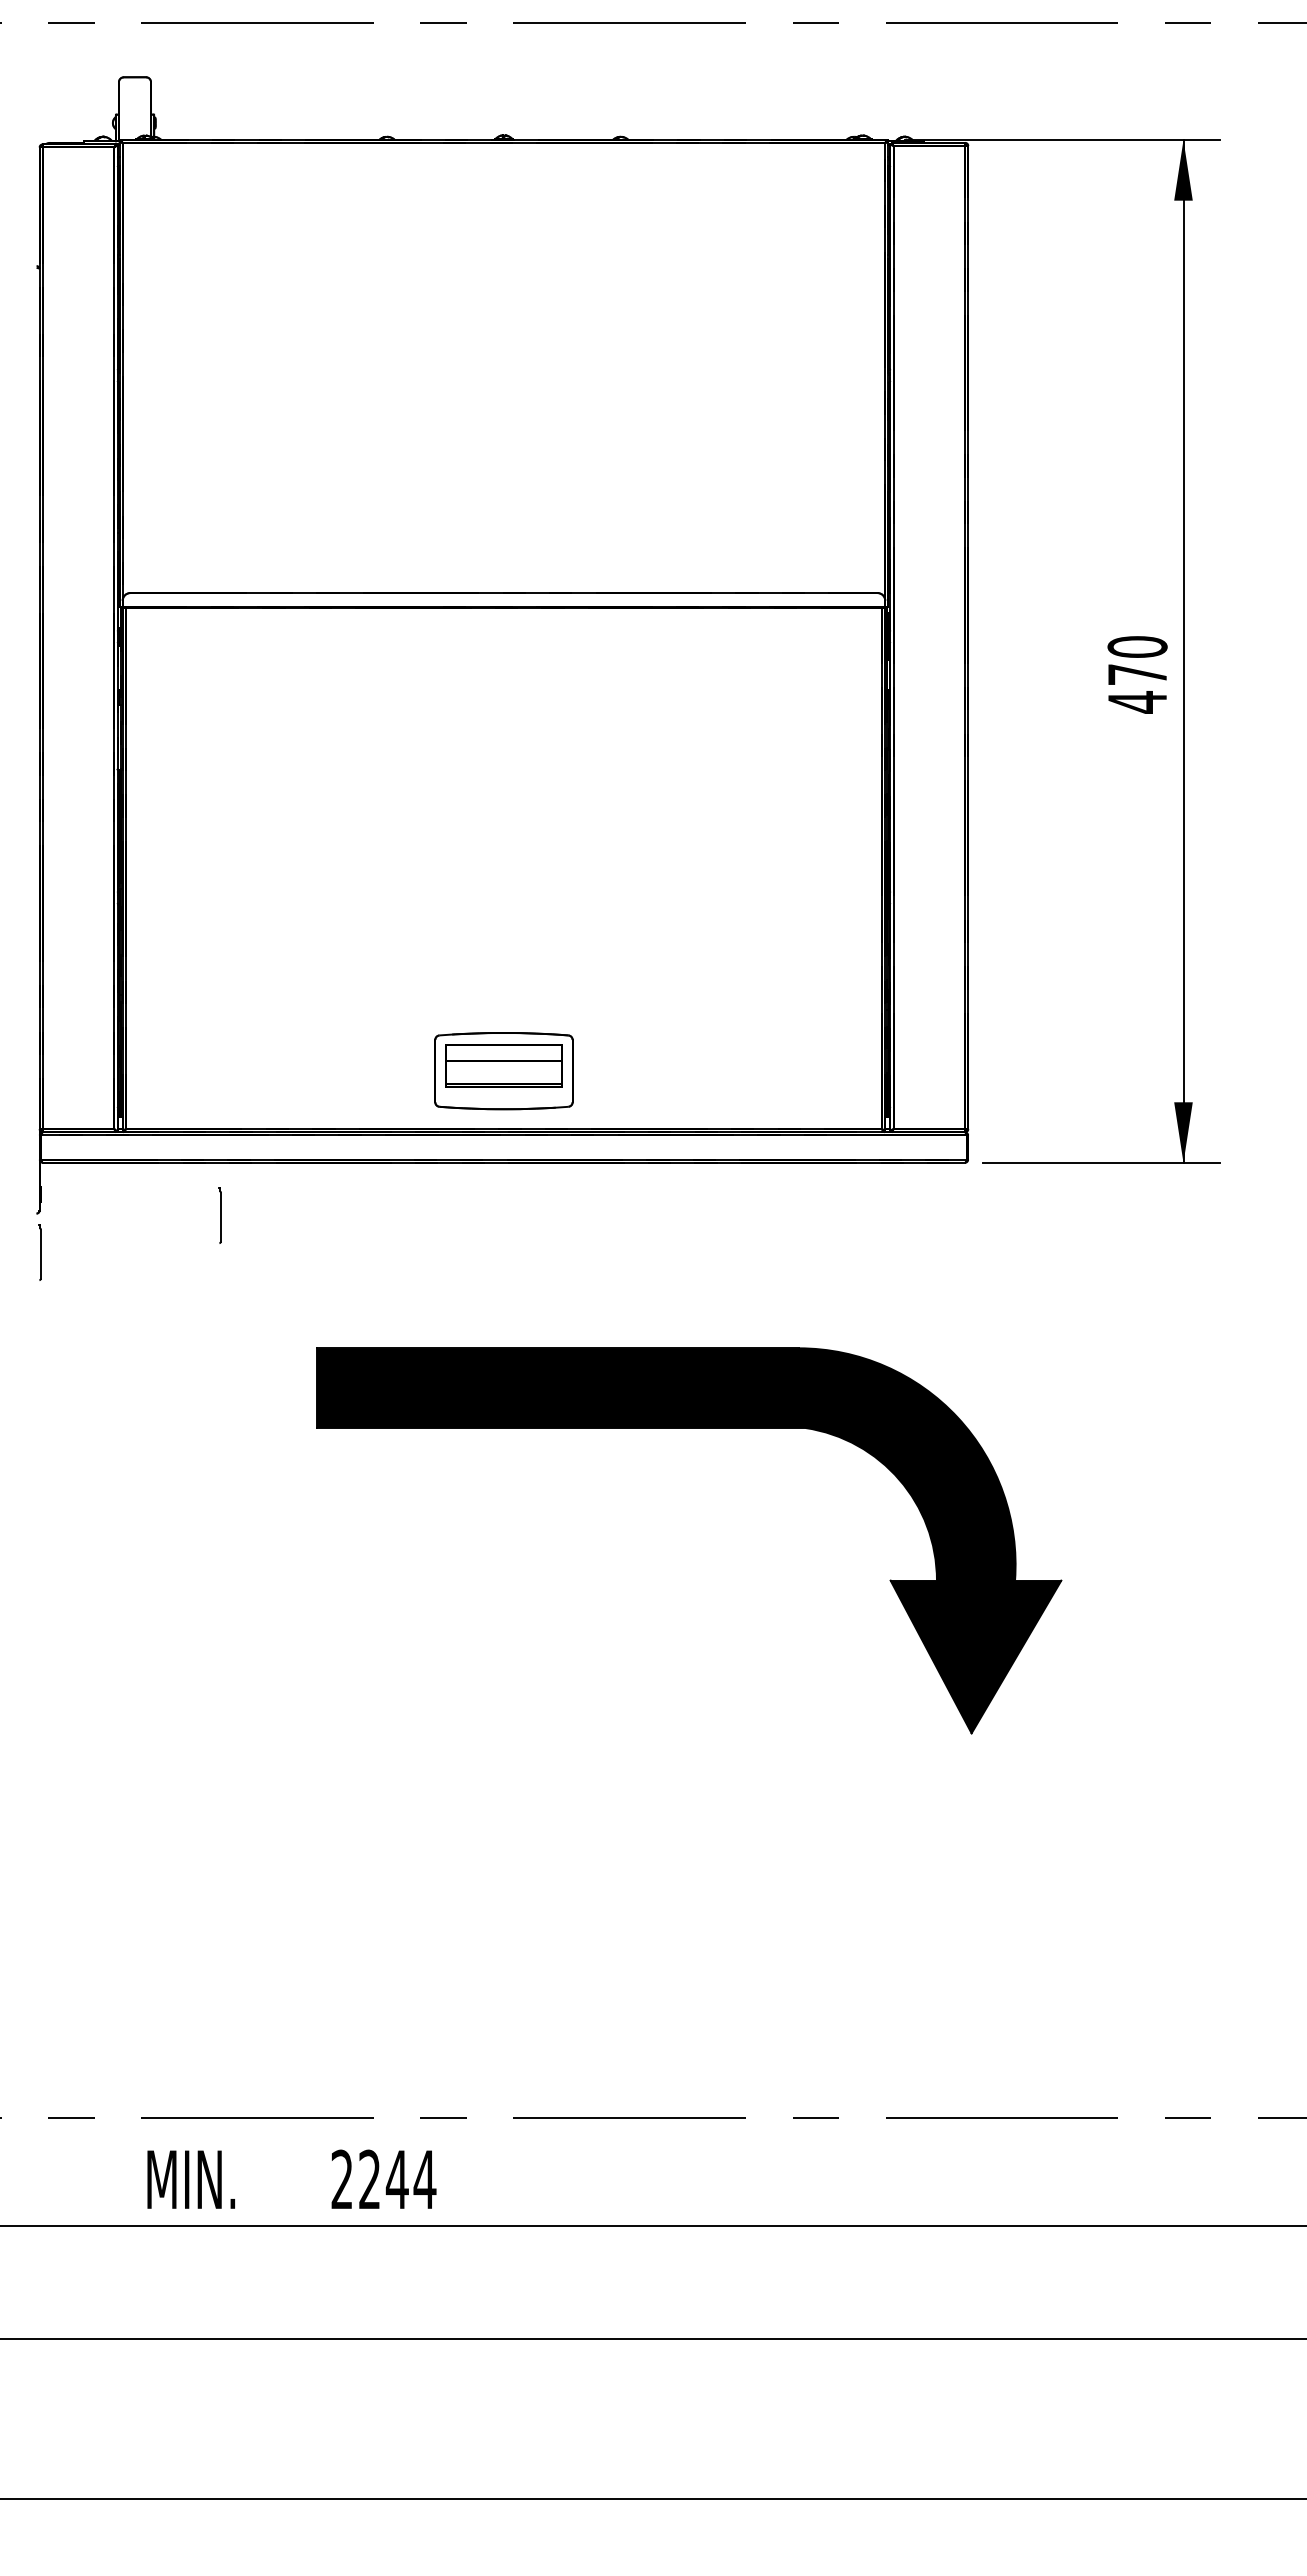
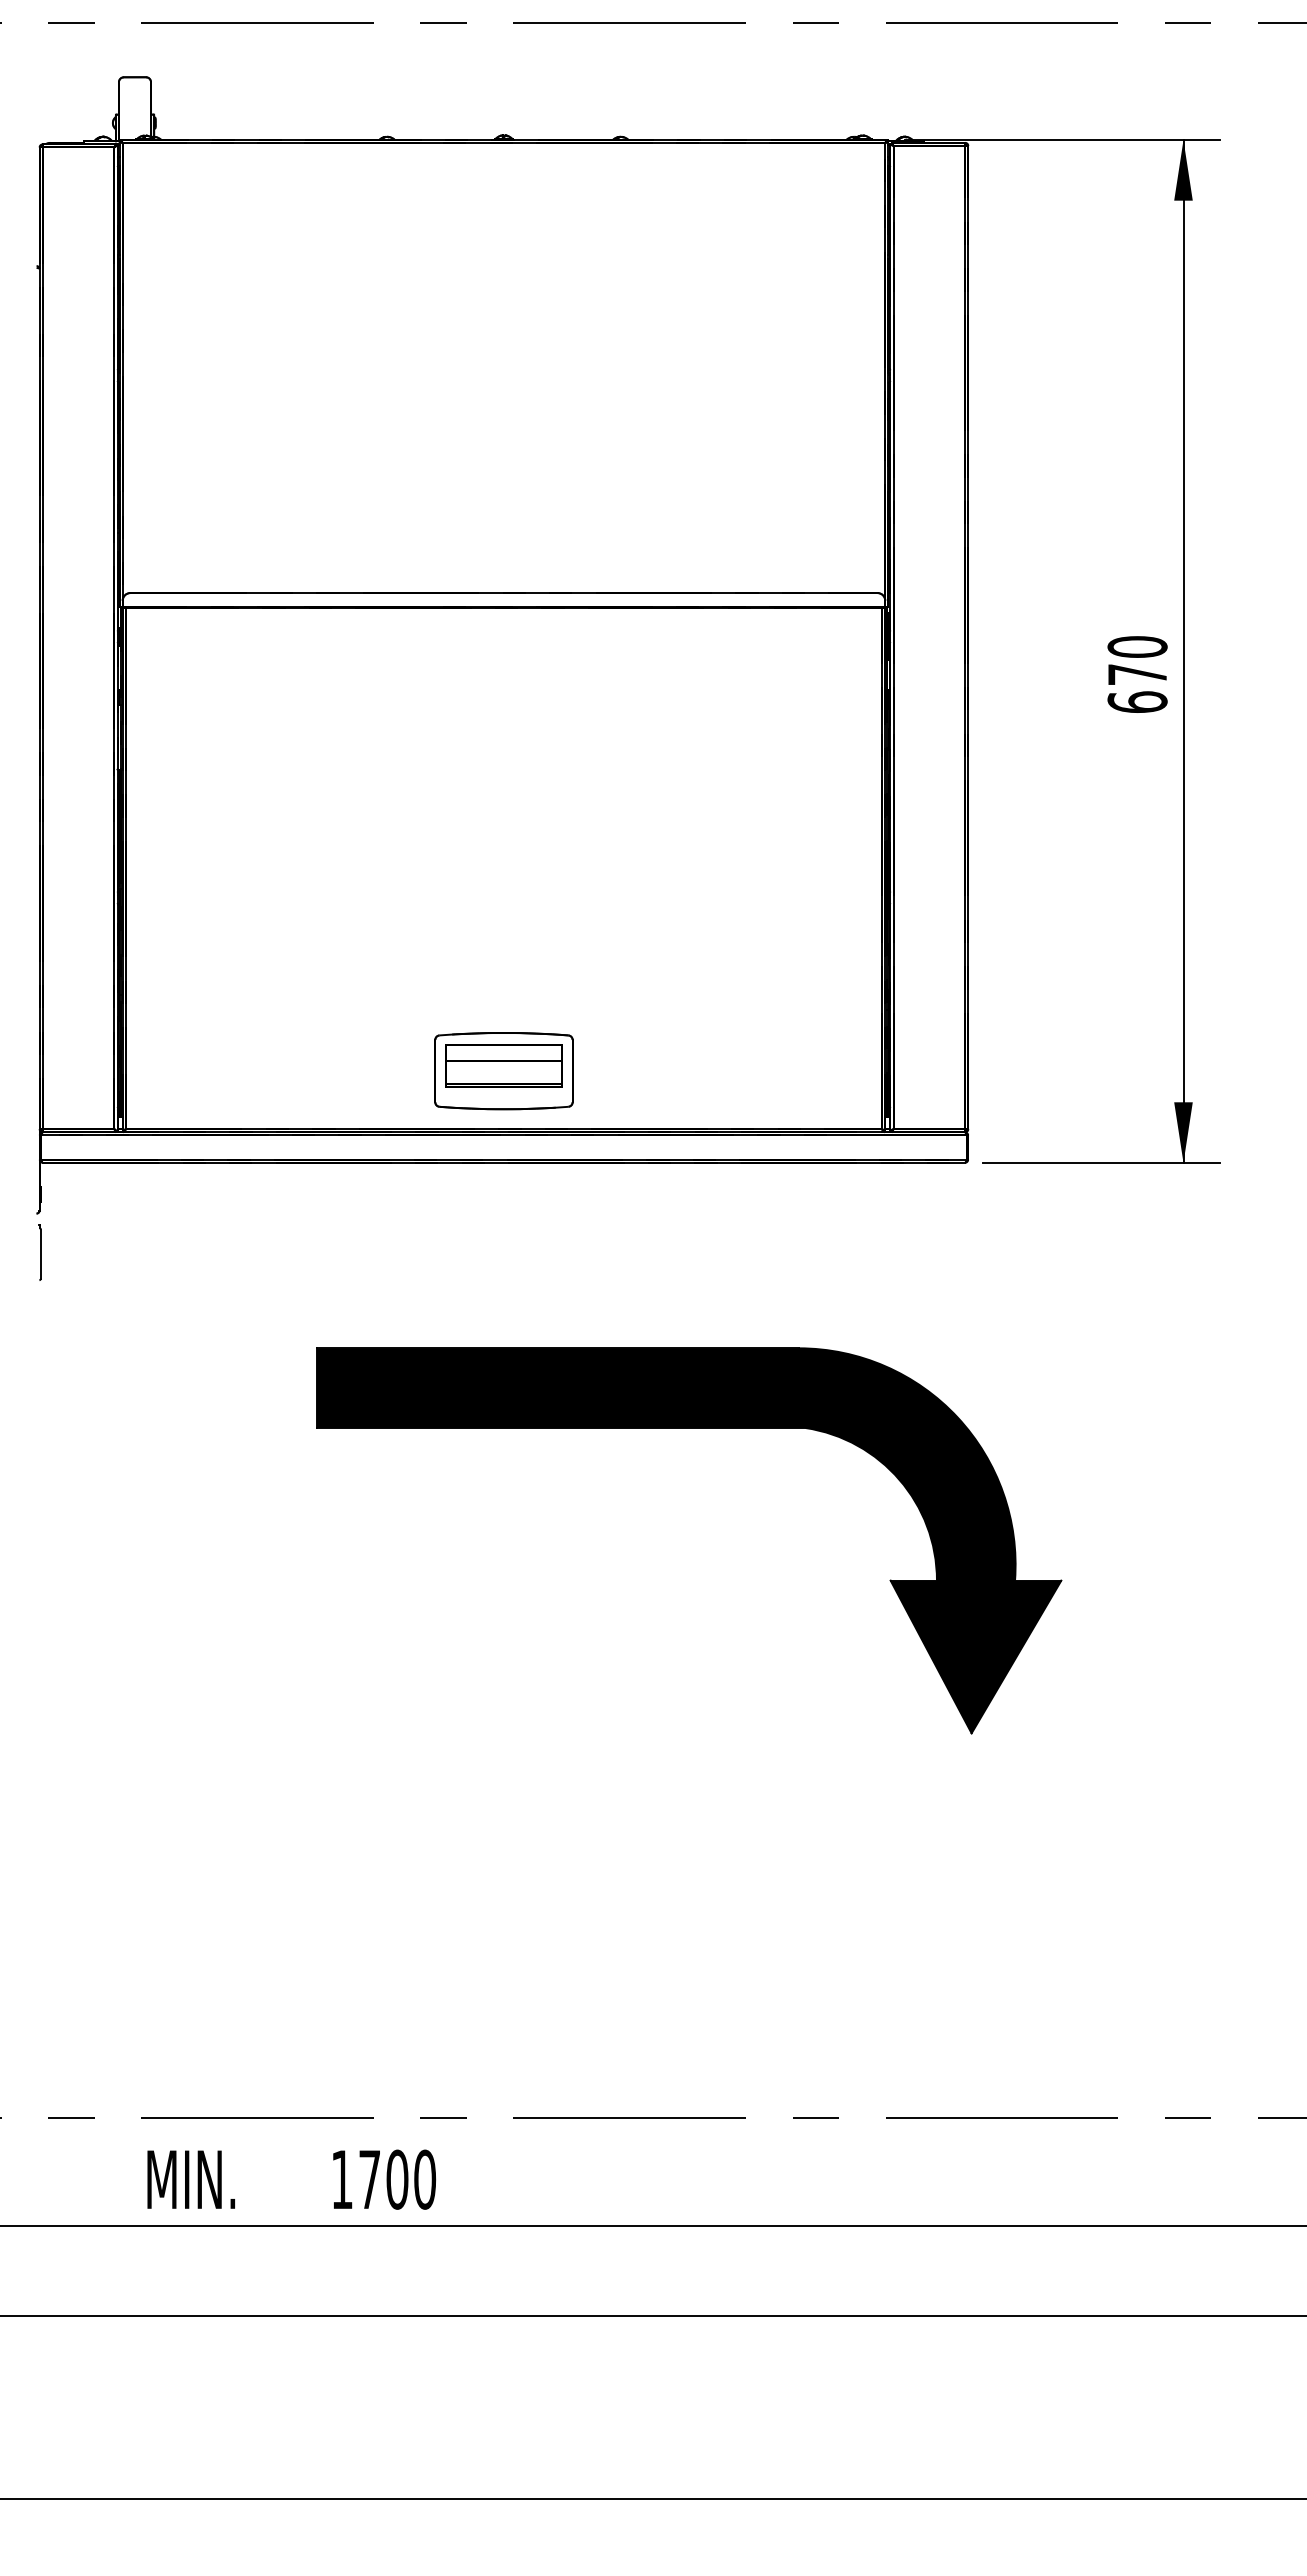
text at (1137, 702): 470 -> 670
part at (219, 1215): present -> none
text at (383, 2179): 2244 -> 1700
line at (652, 2338) position: (652, 2338) -> (652, 2315)
